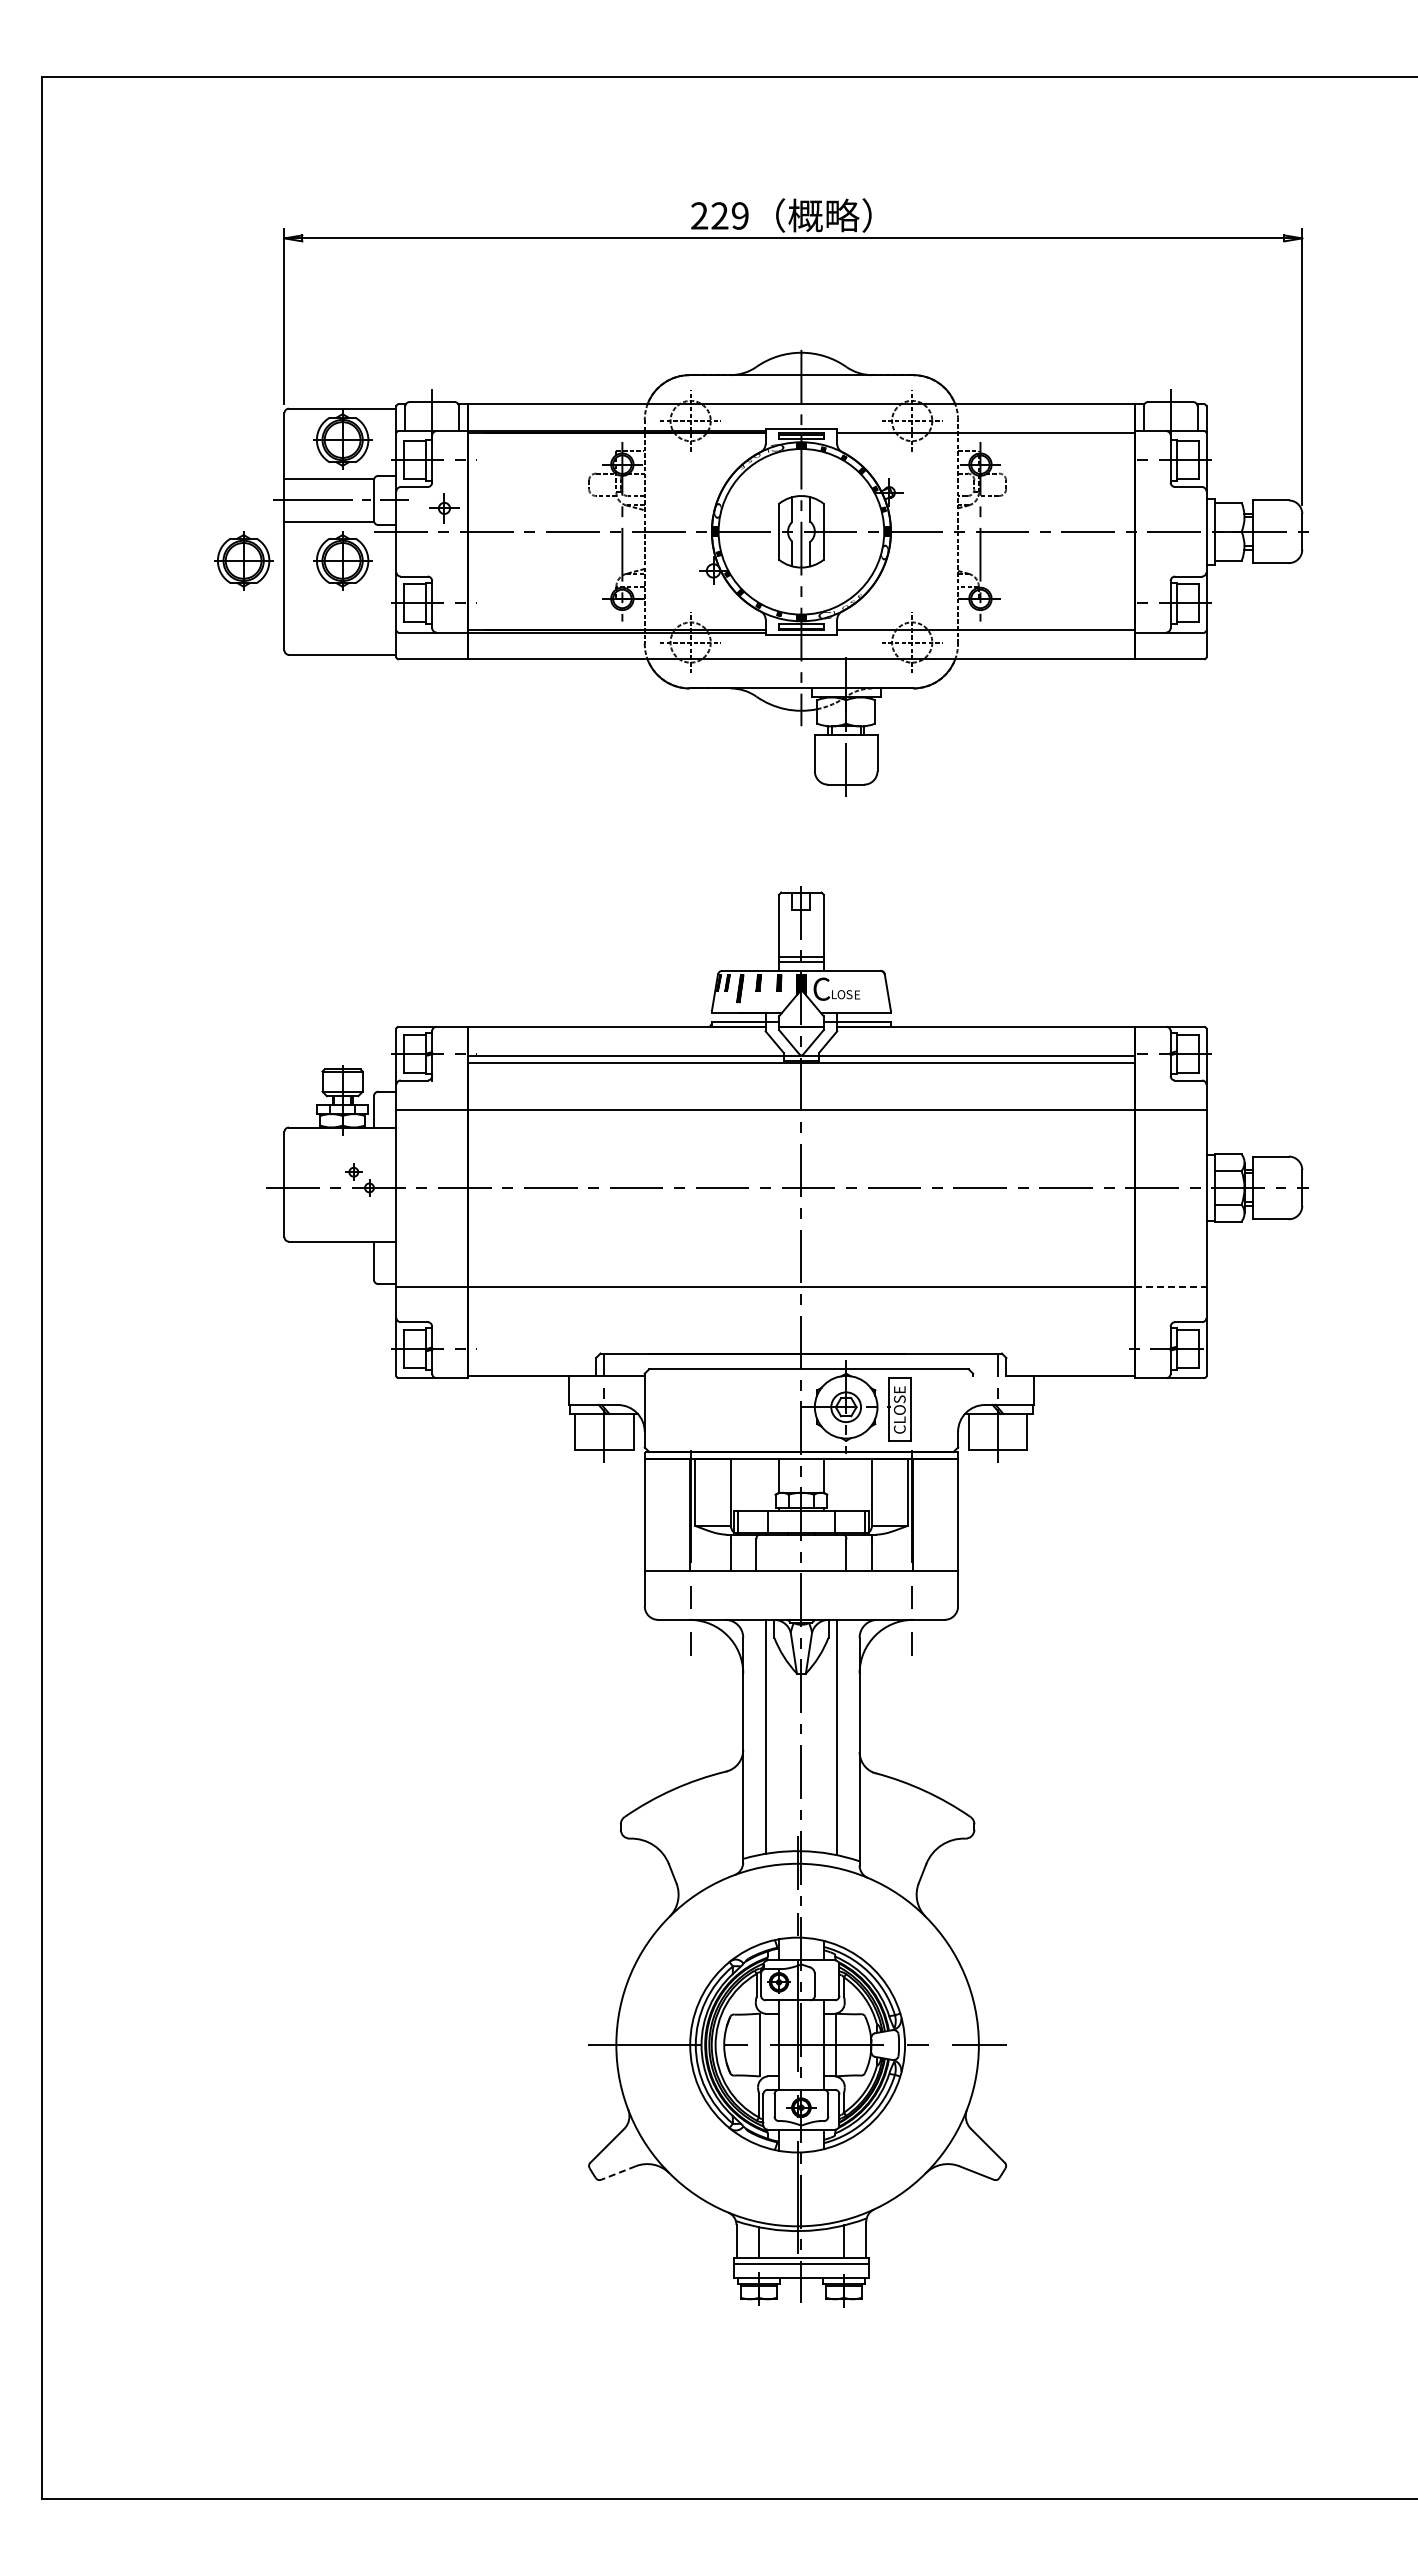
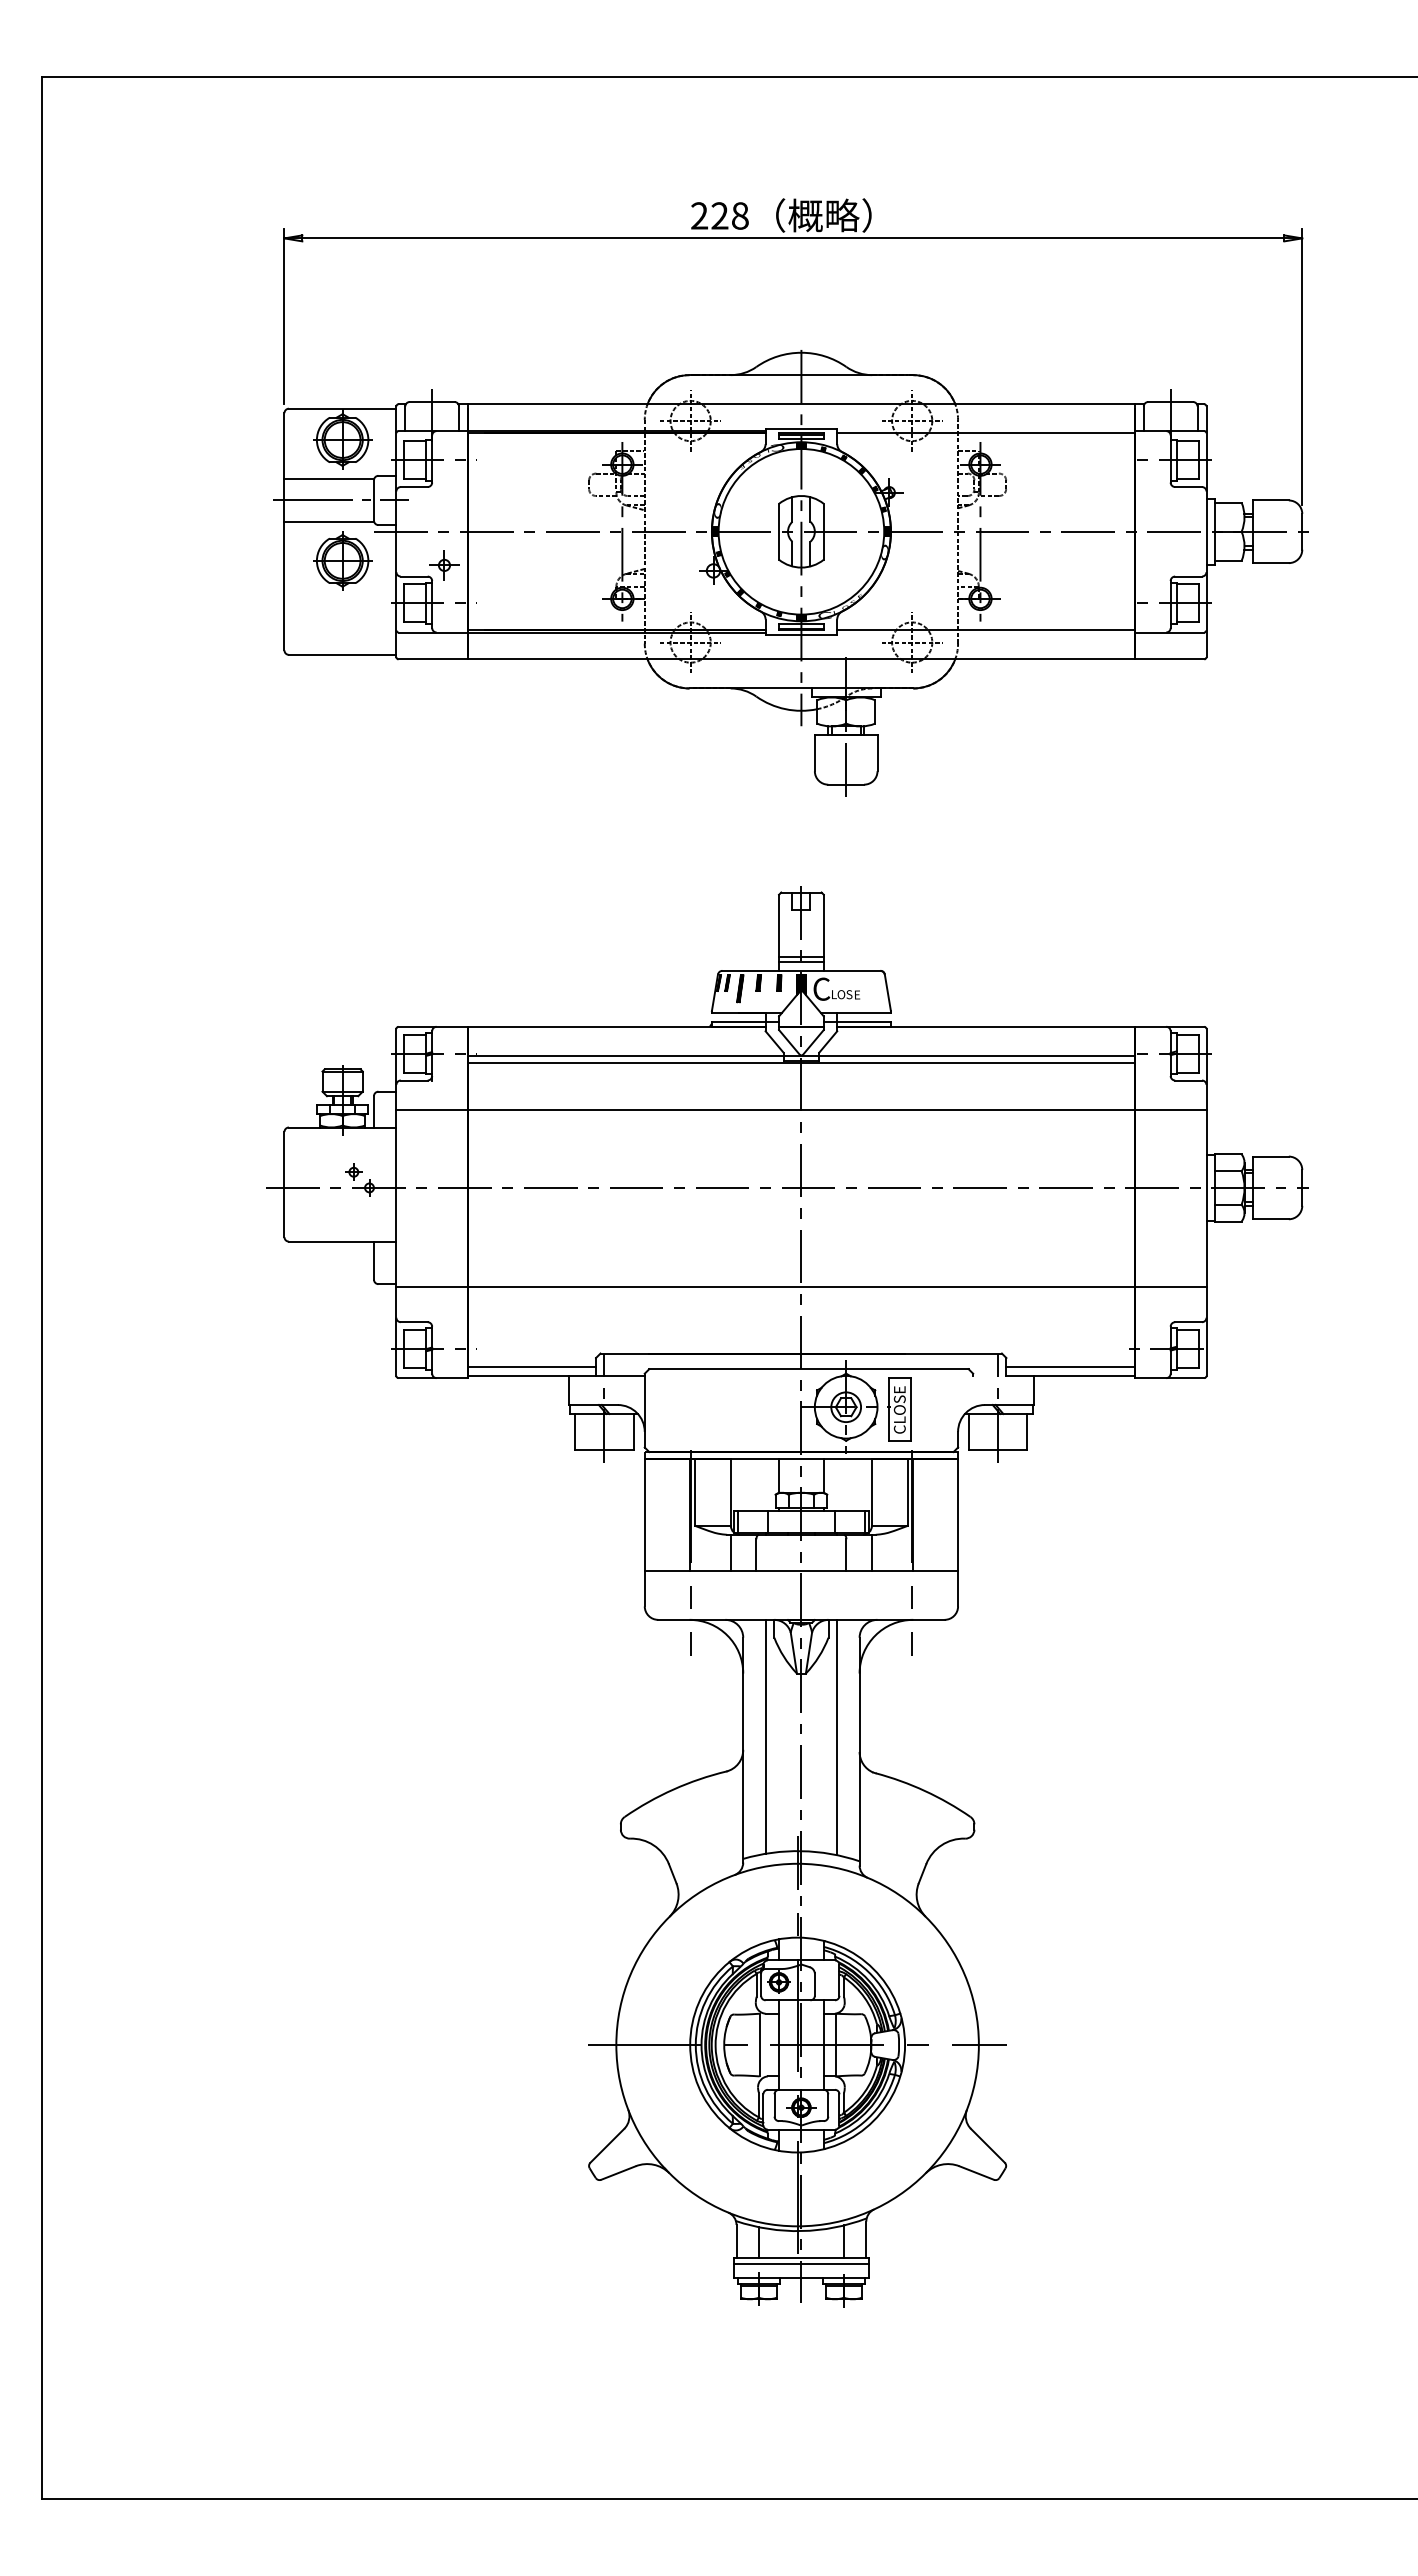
text at (739, 215): 229 -> 228
part at (444, 508) position: (444, 508) -> (444, 565)
part at (243, 560): present -> none
line at (1170, 1286): dashed -> solid
line at (531, 1366): none -> present
line at (1070, 1366): none -> present
line at (618, 2173): dashed -> solid
